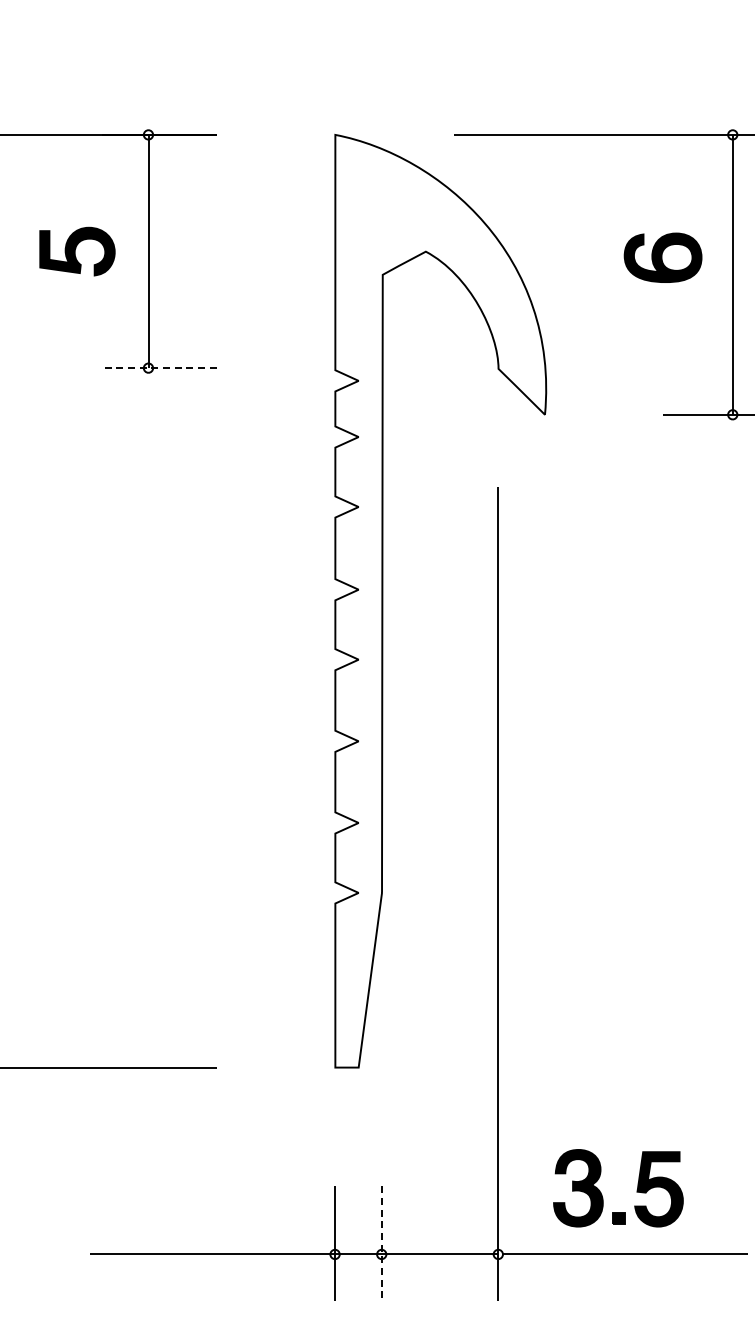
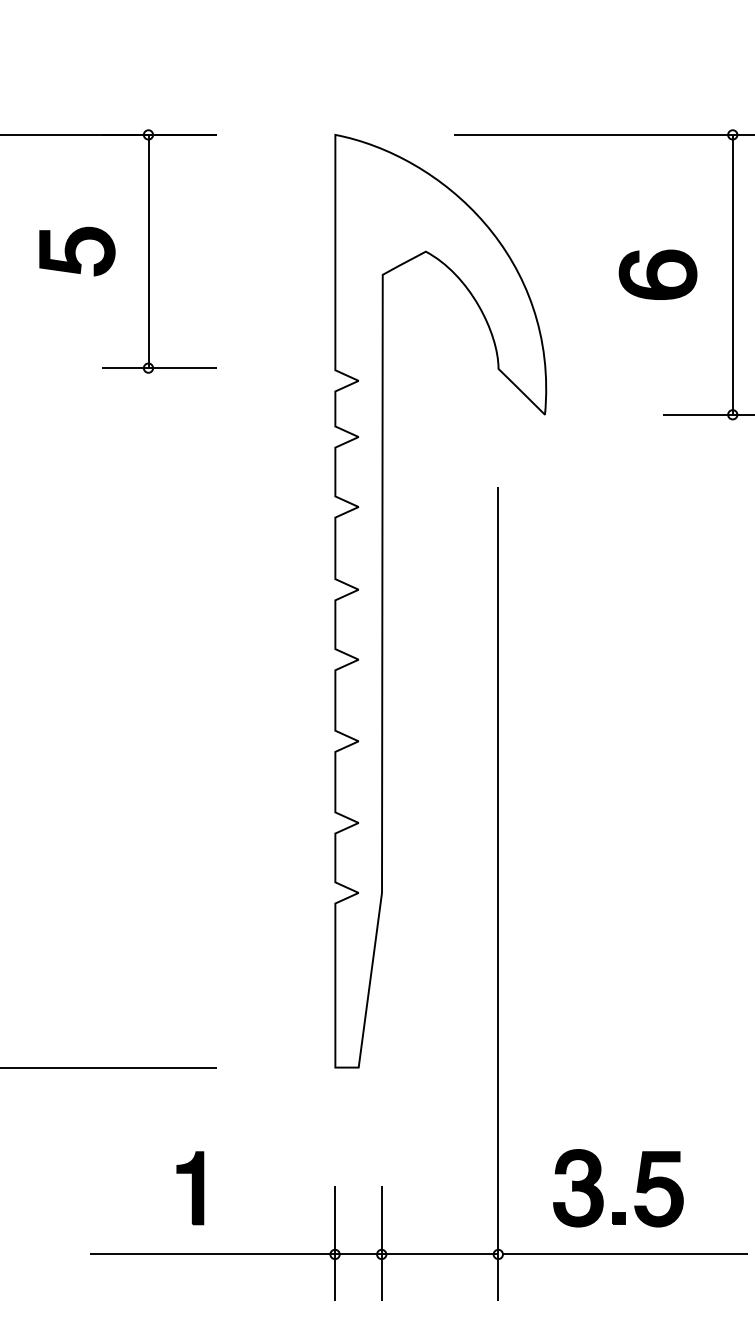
part at (662, 257) position: (662, 257) -> (657, 274)
line at (158, 368): dashed -> solid
part at (190, 1188): none -> present
line at (381, 1244): dashed -> solid
